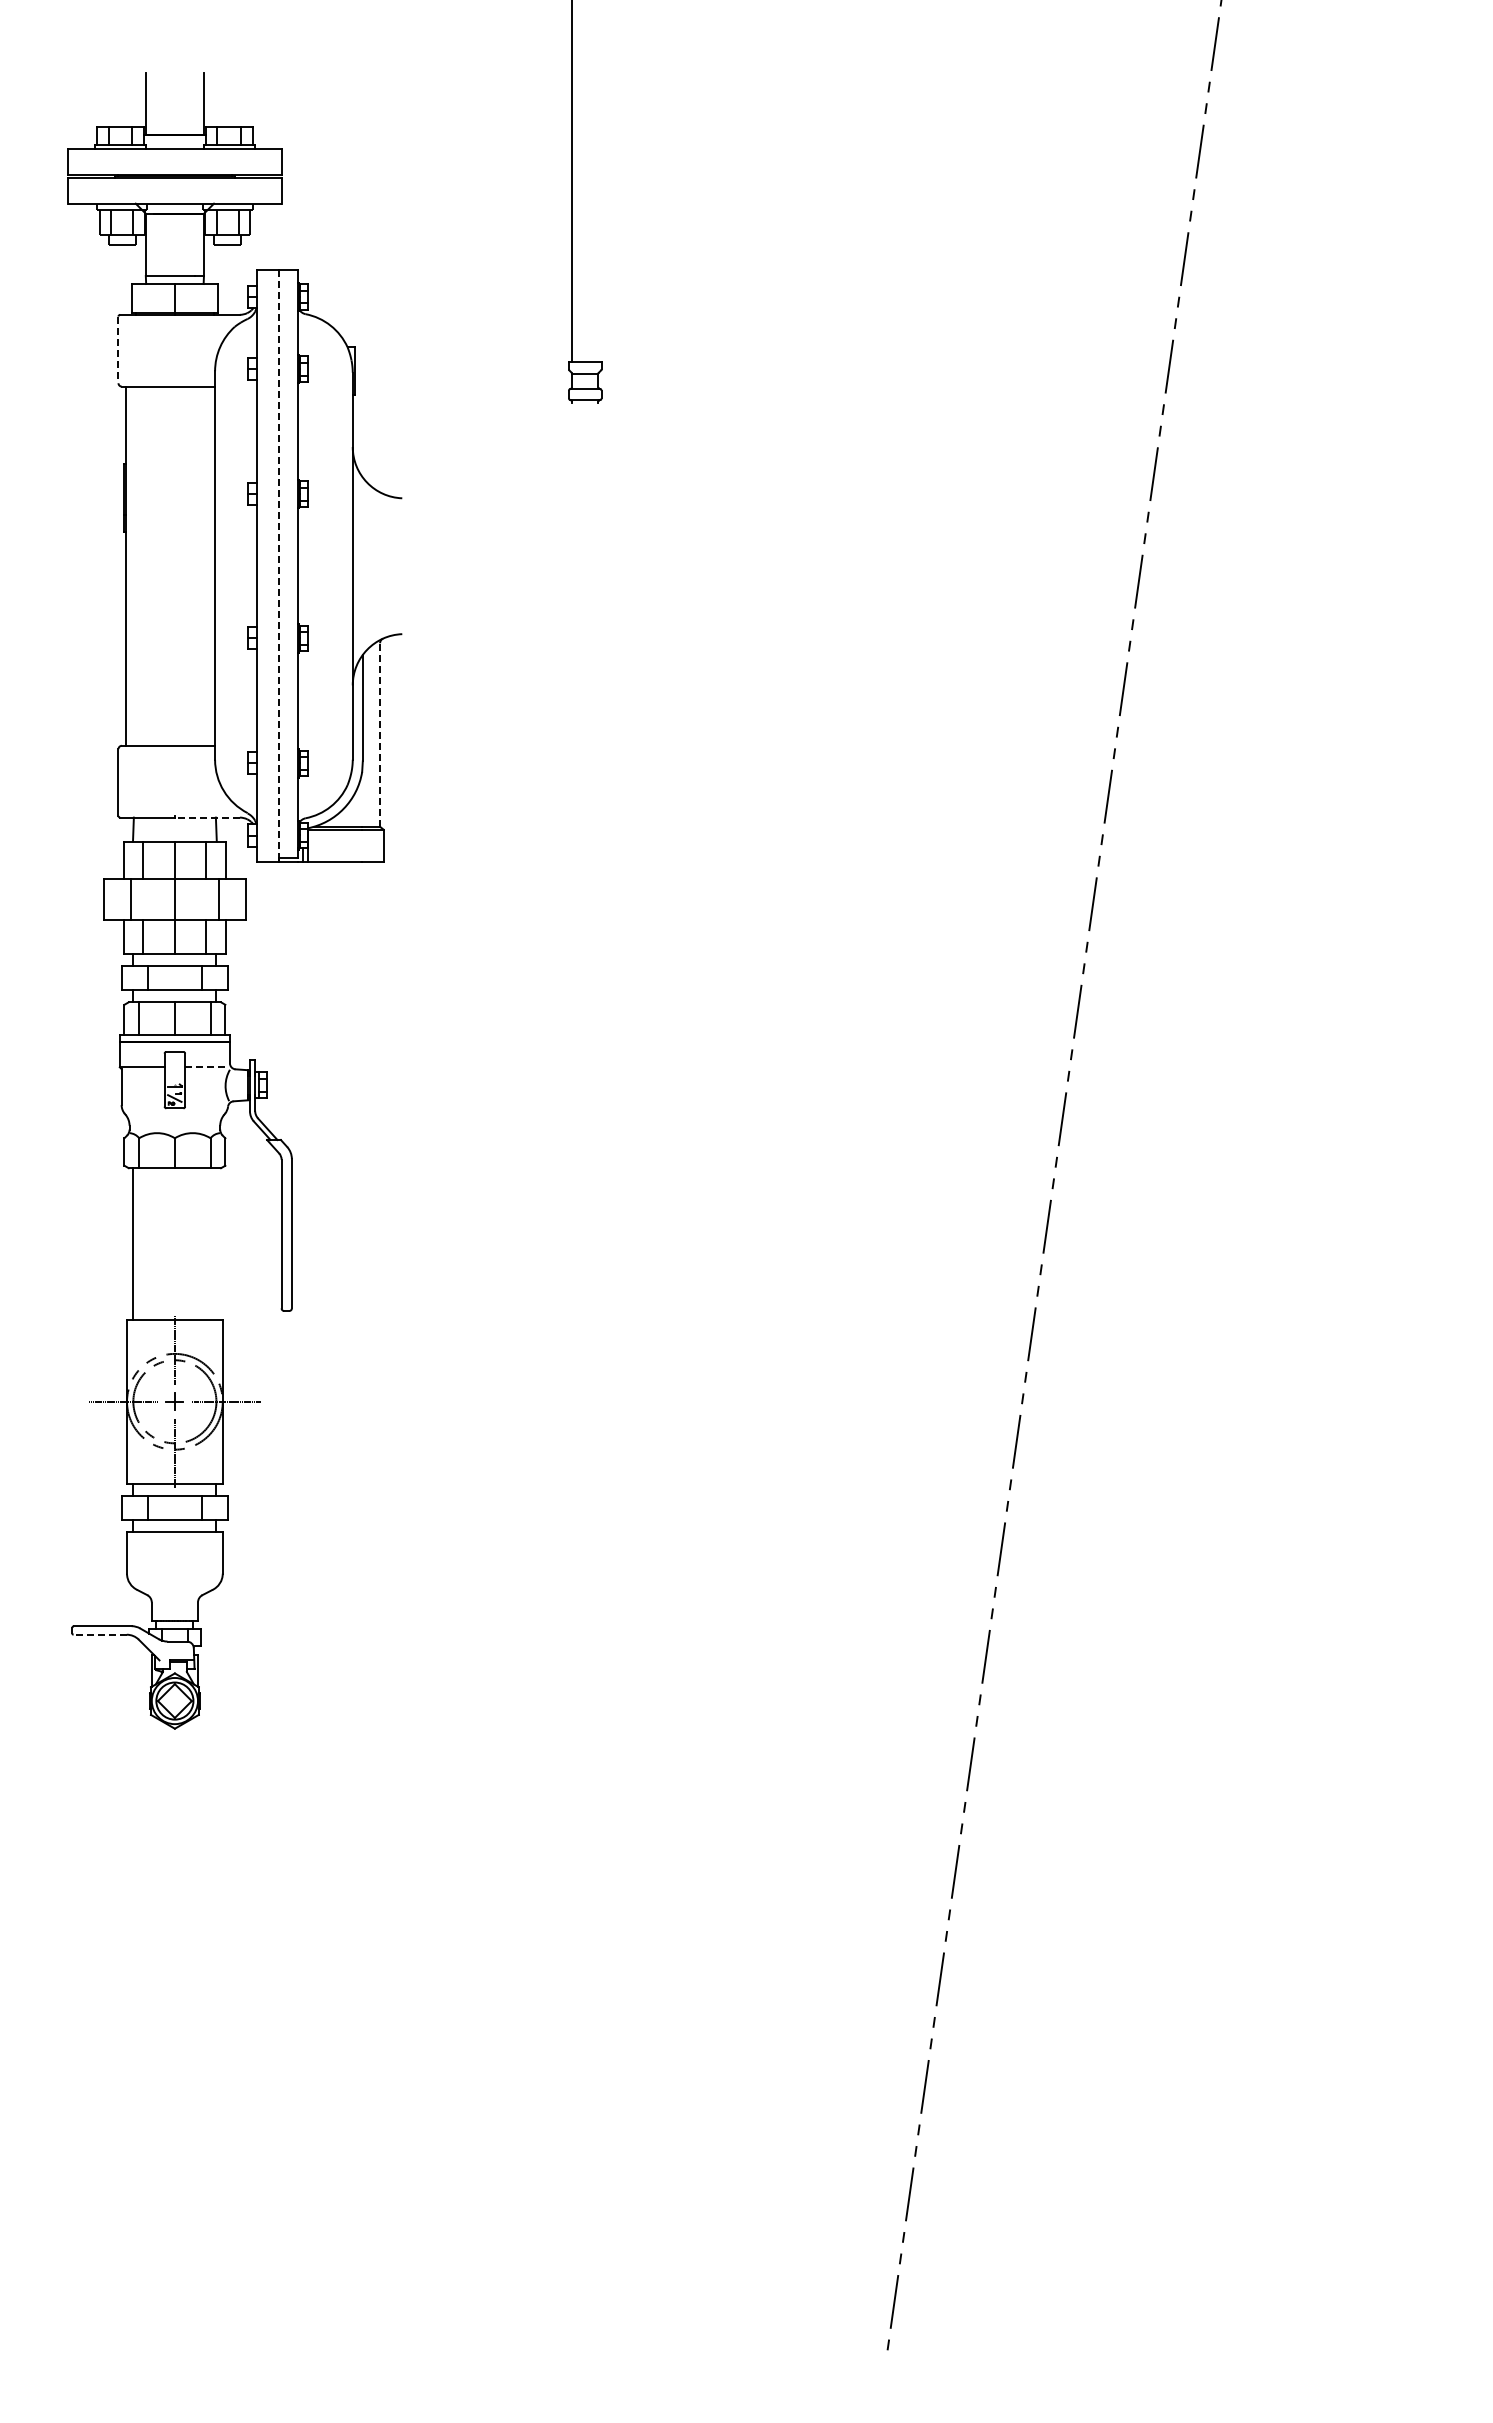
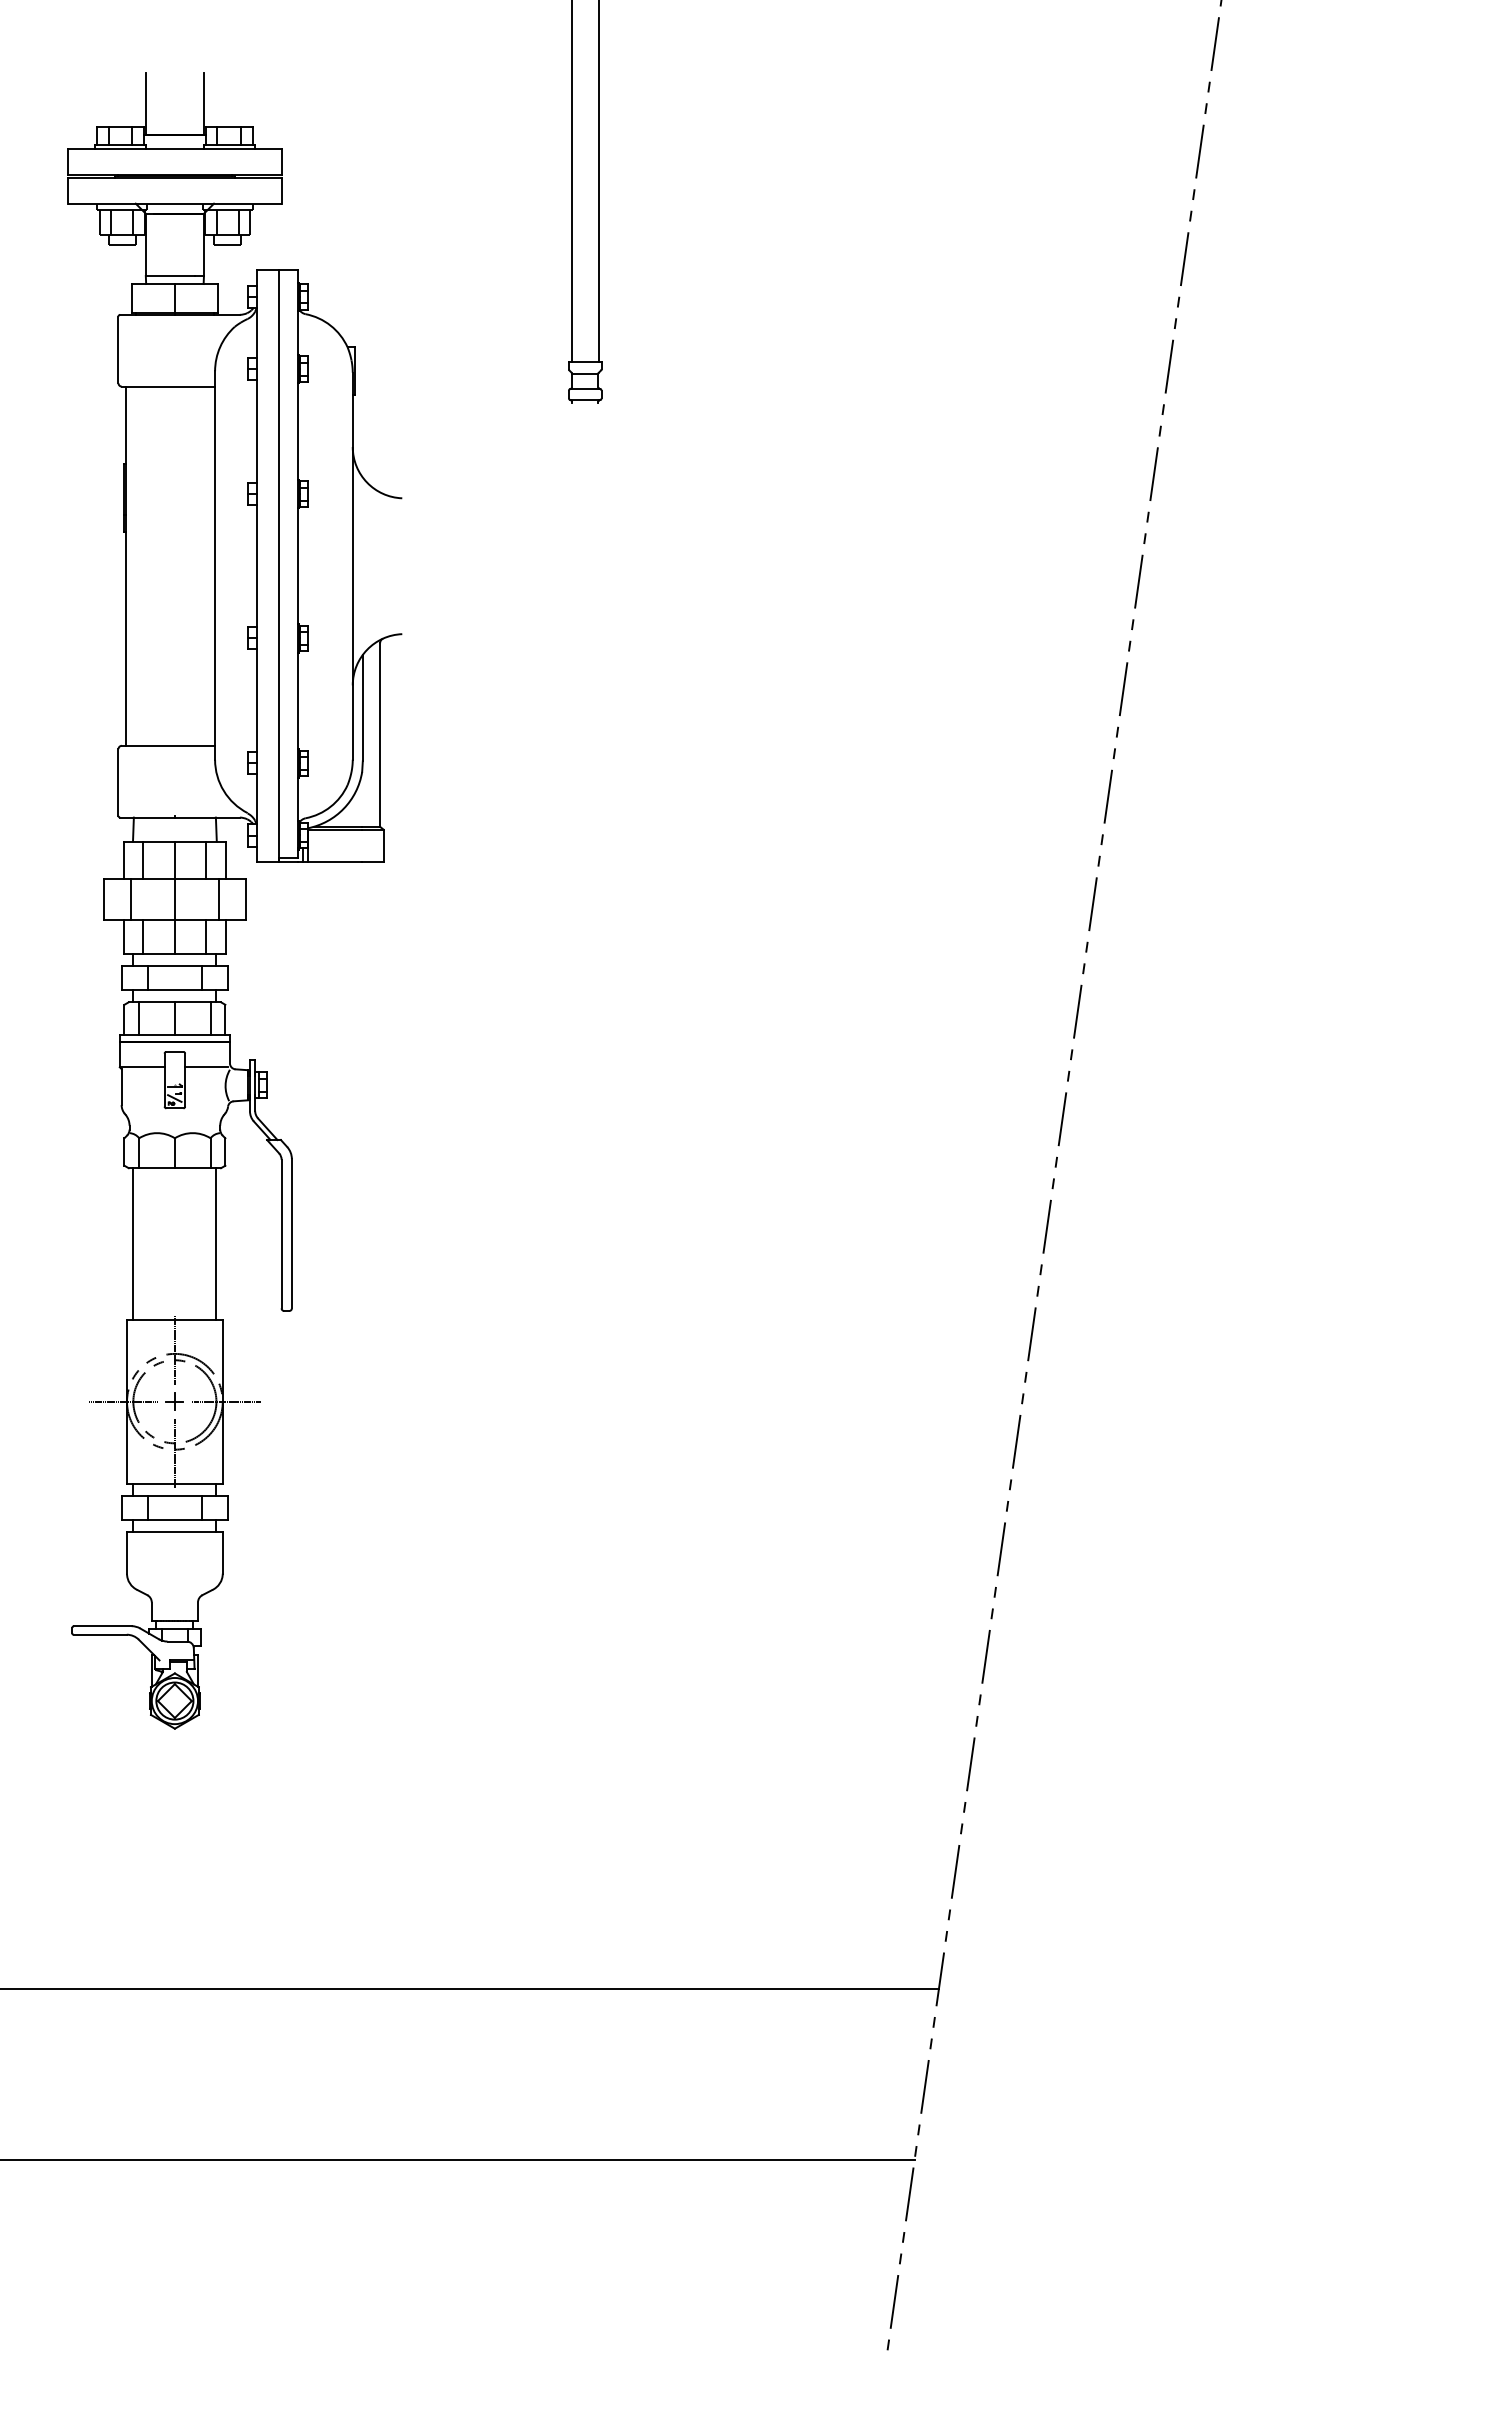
line at (598, 182): none -> present
line at (118, 350): dashed -> solid
line at (279, 564): dashed -> solid
line at (380, 735): dashed -> solid
line at (206, 817): dashed -> solid
line at (206, 1067): dashed -> solid
line at (216, 1243): none -> present
line at (100, 1634): dashed -> solid
line at (470, 1989): none -> present
line at (458, 2160): none -> present
